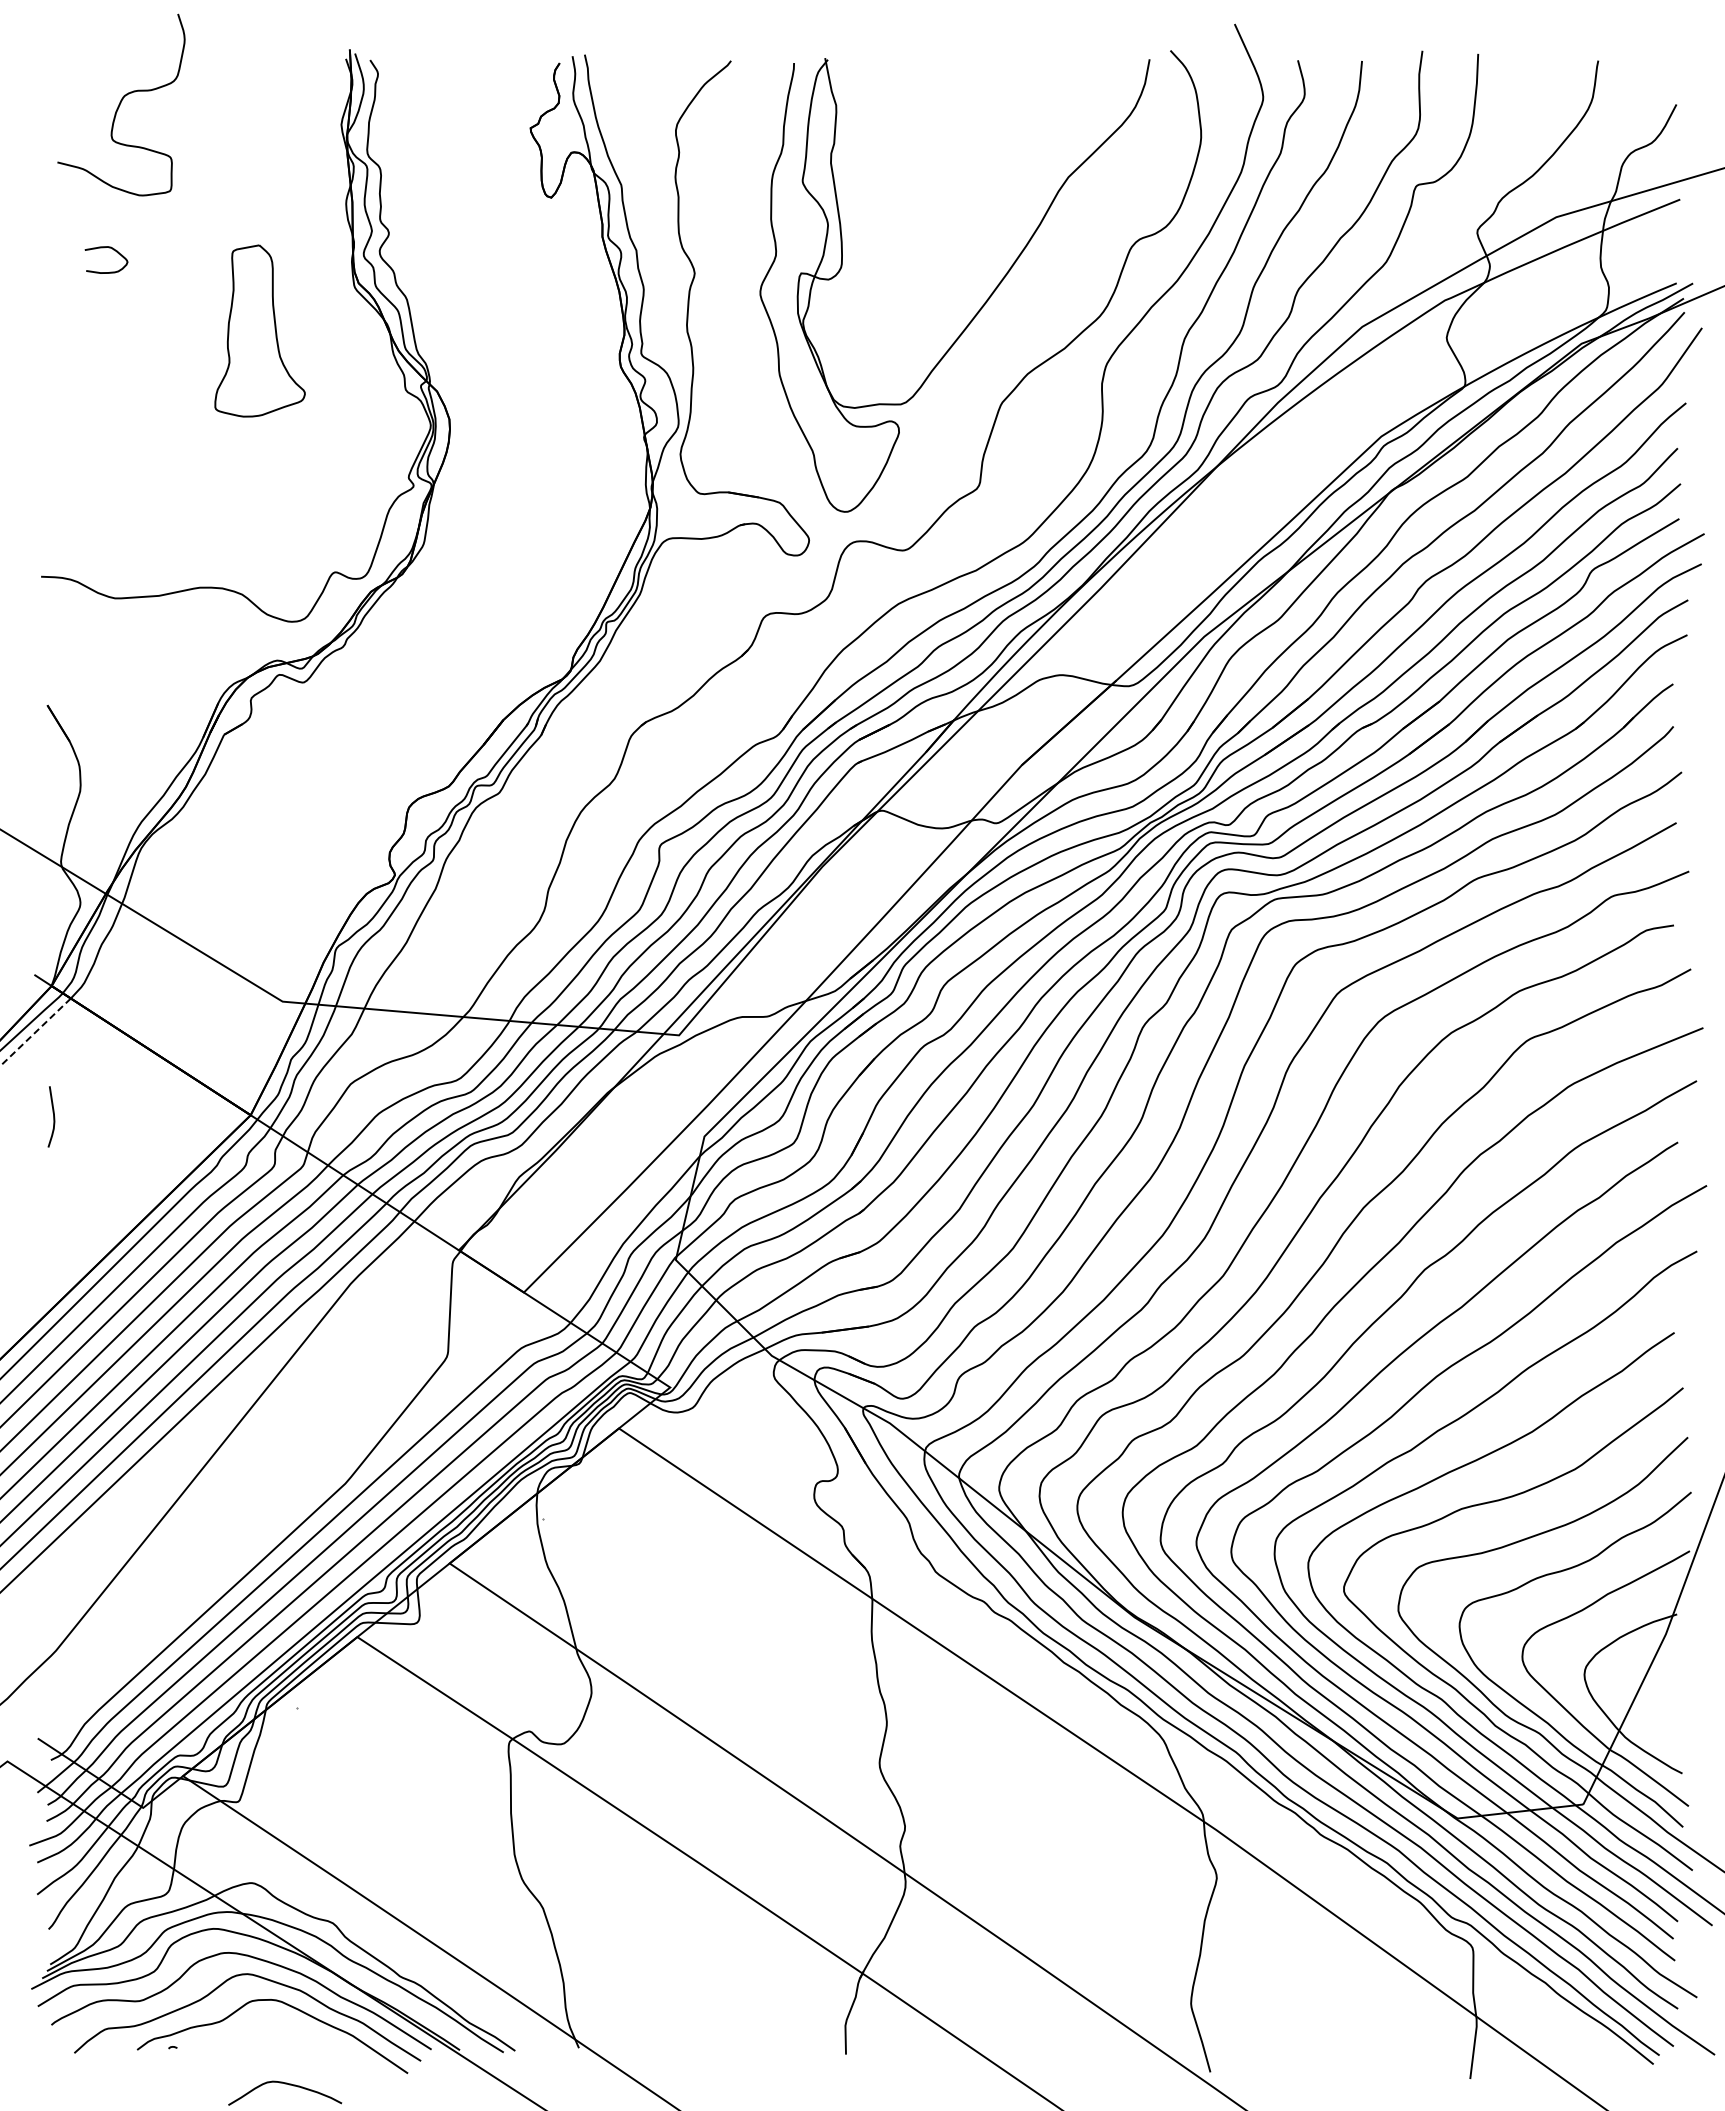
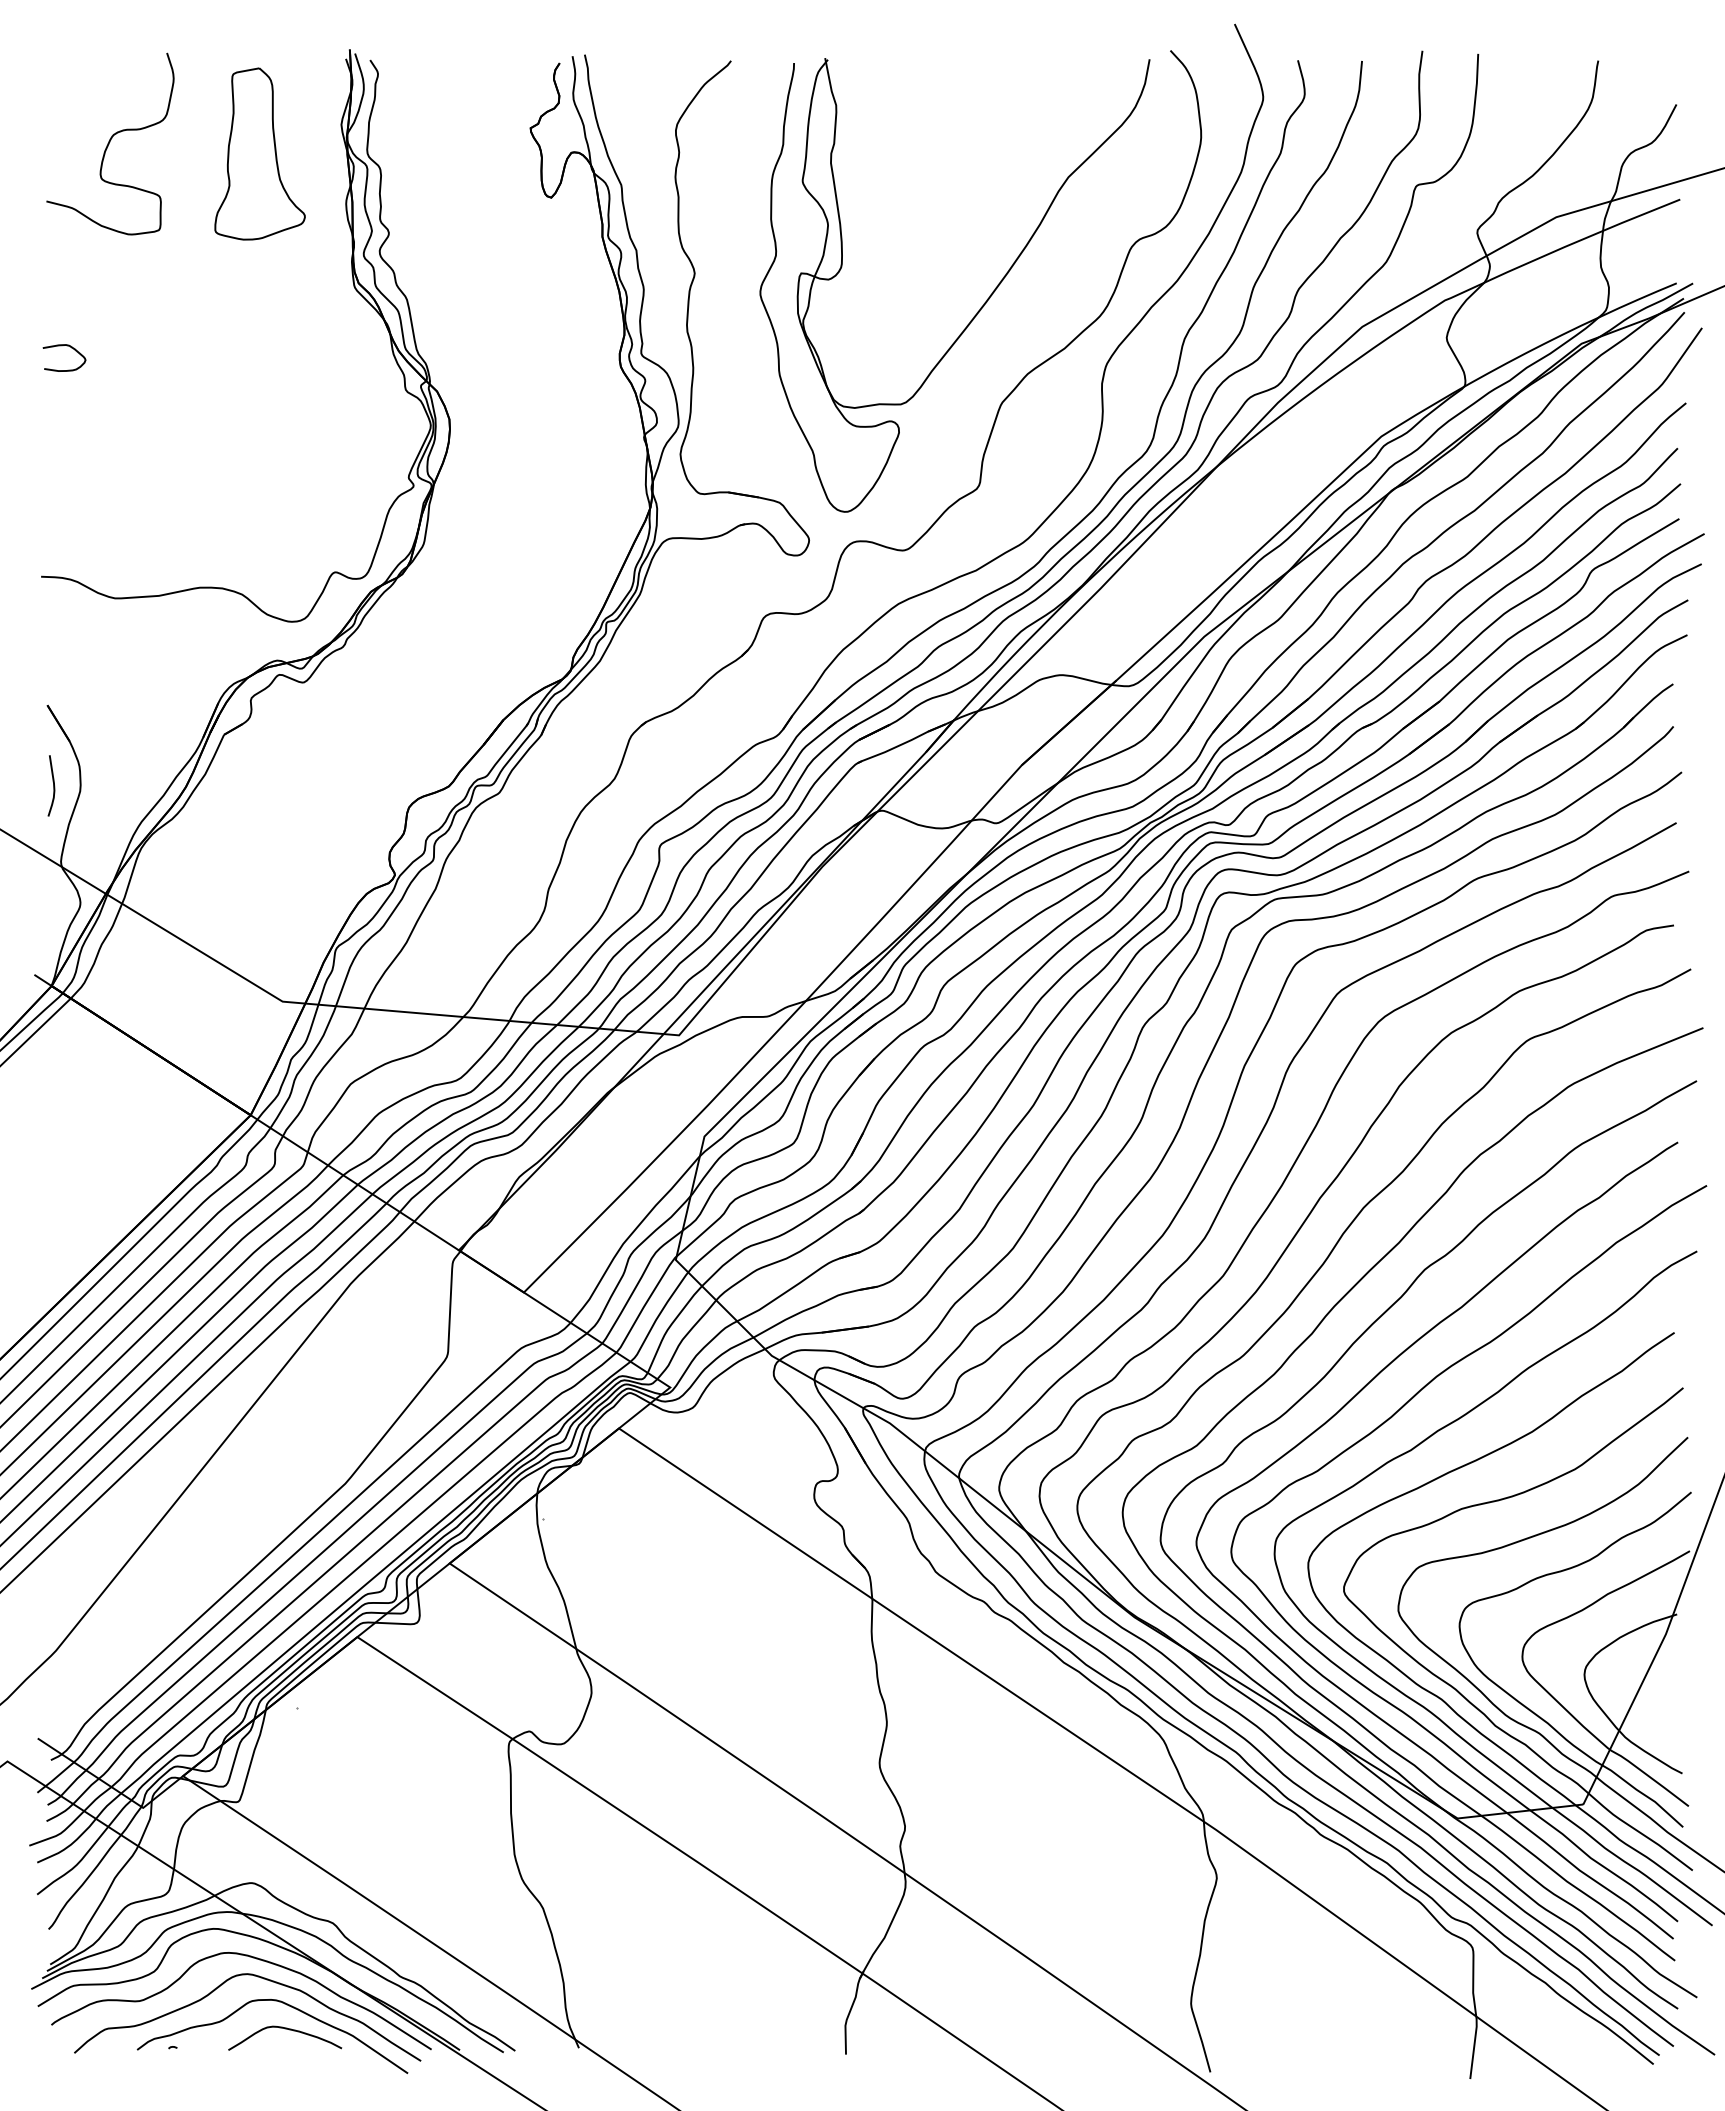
curve at (121, 103) position: (121, 103) -> (110, 142)
curve at (104, 248) position: (104, 248) -> (62, 346)
part at (259, 330) position: (259, 330) -> (259, 153)
line at (35, 1032): dashed -> solid
curve at (53, 1116) position: (53, 1116) -> (53, 785)
curve at (285, 2084) position: (285, 2084) -> (285, 2029)
